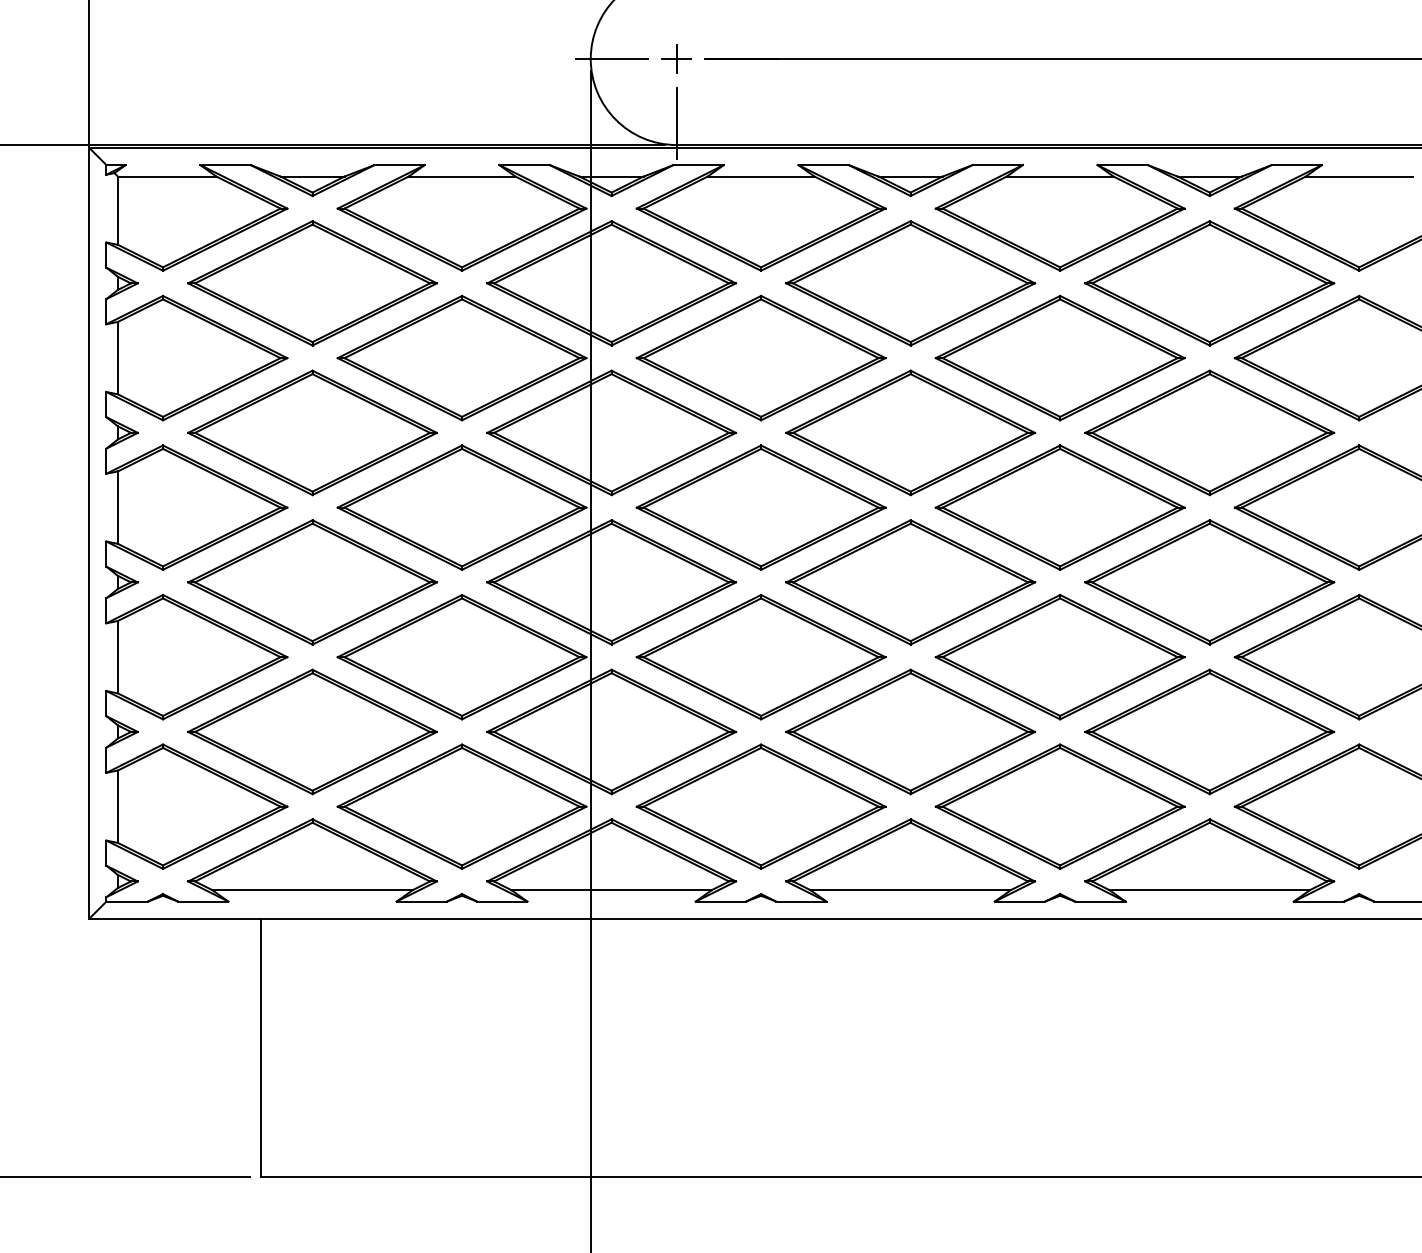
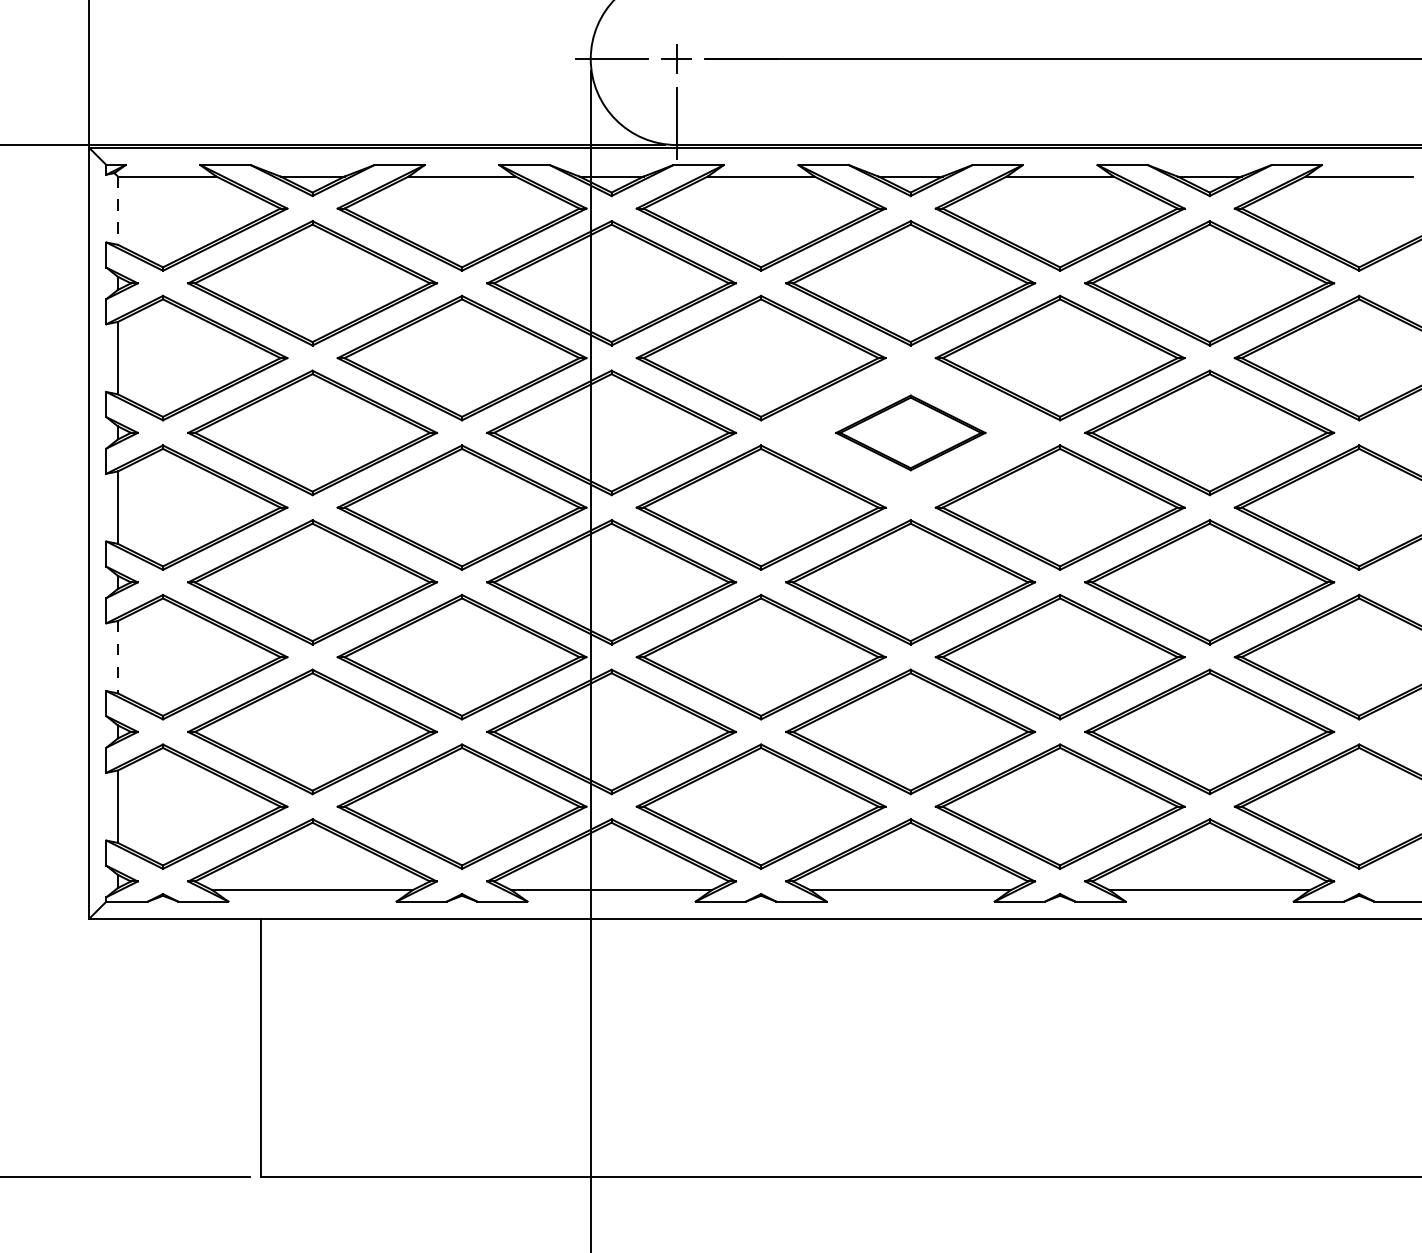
line at (117, 211): solid -> dashed
part at (910, 432) size: 252x128 px -> 152x78 px
line at (117, 657): solid -> dashed
